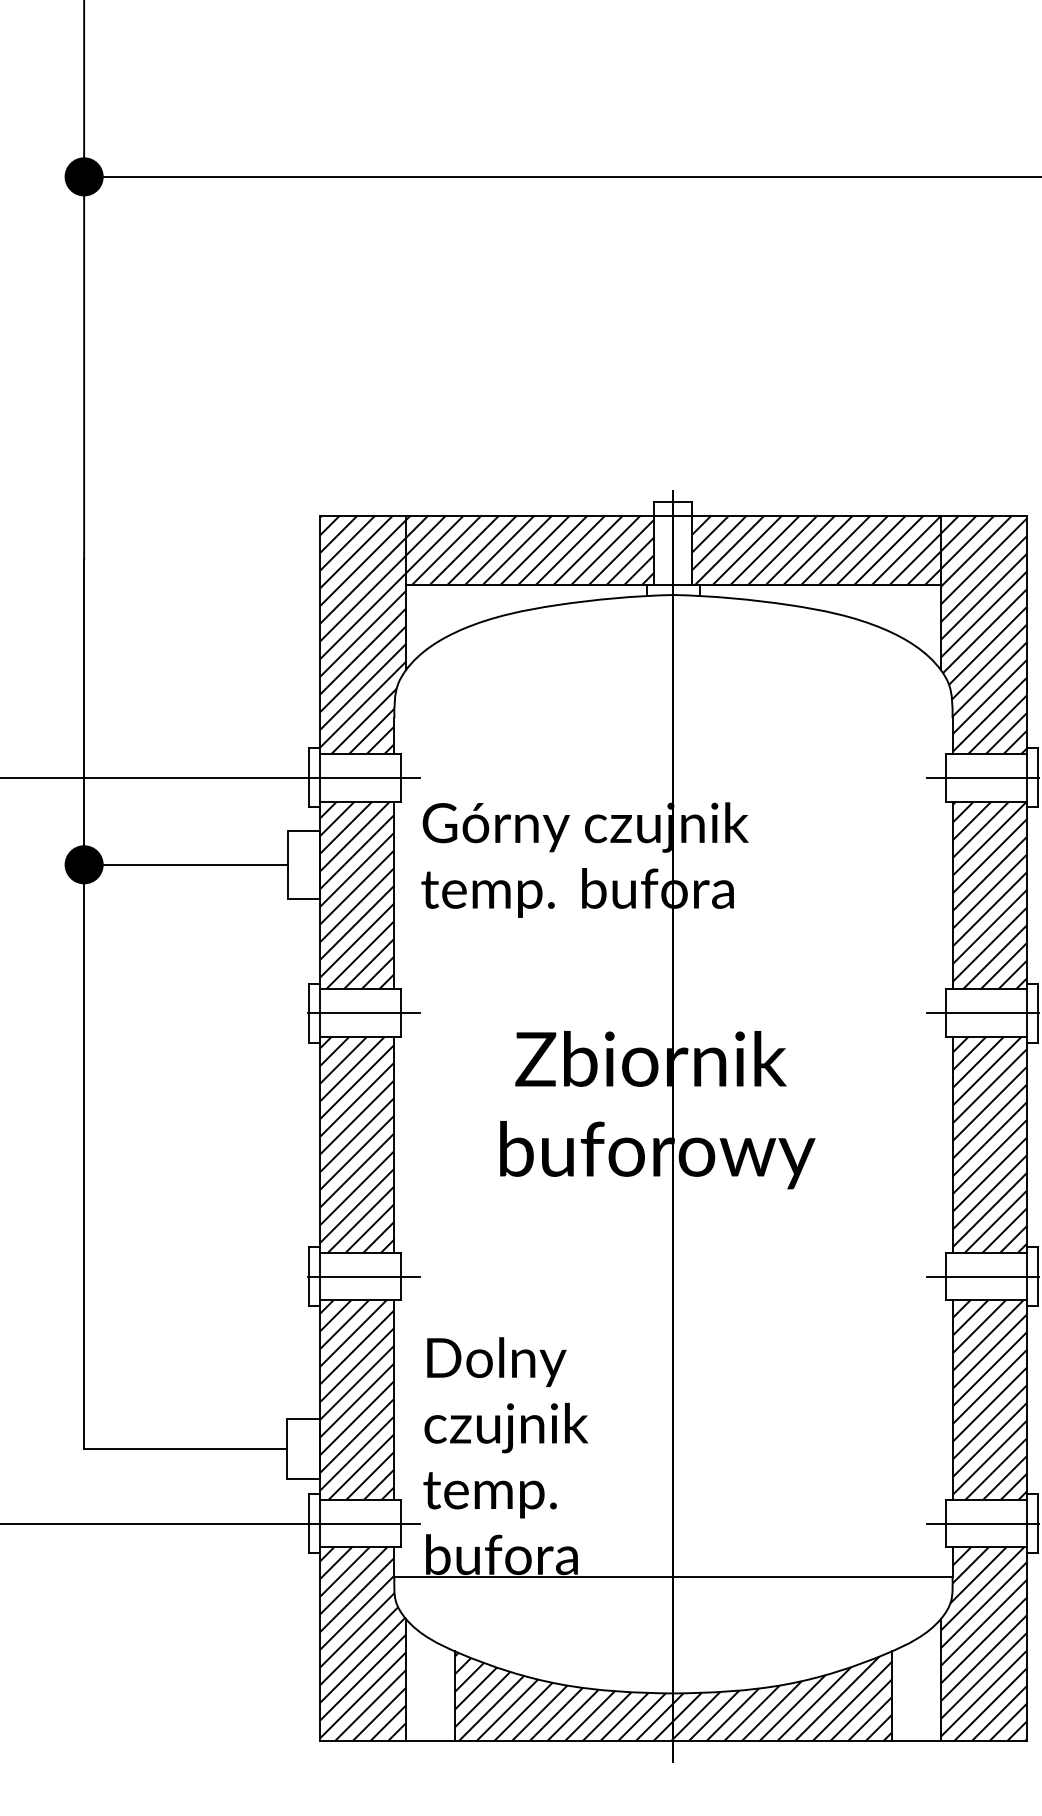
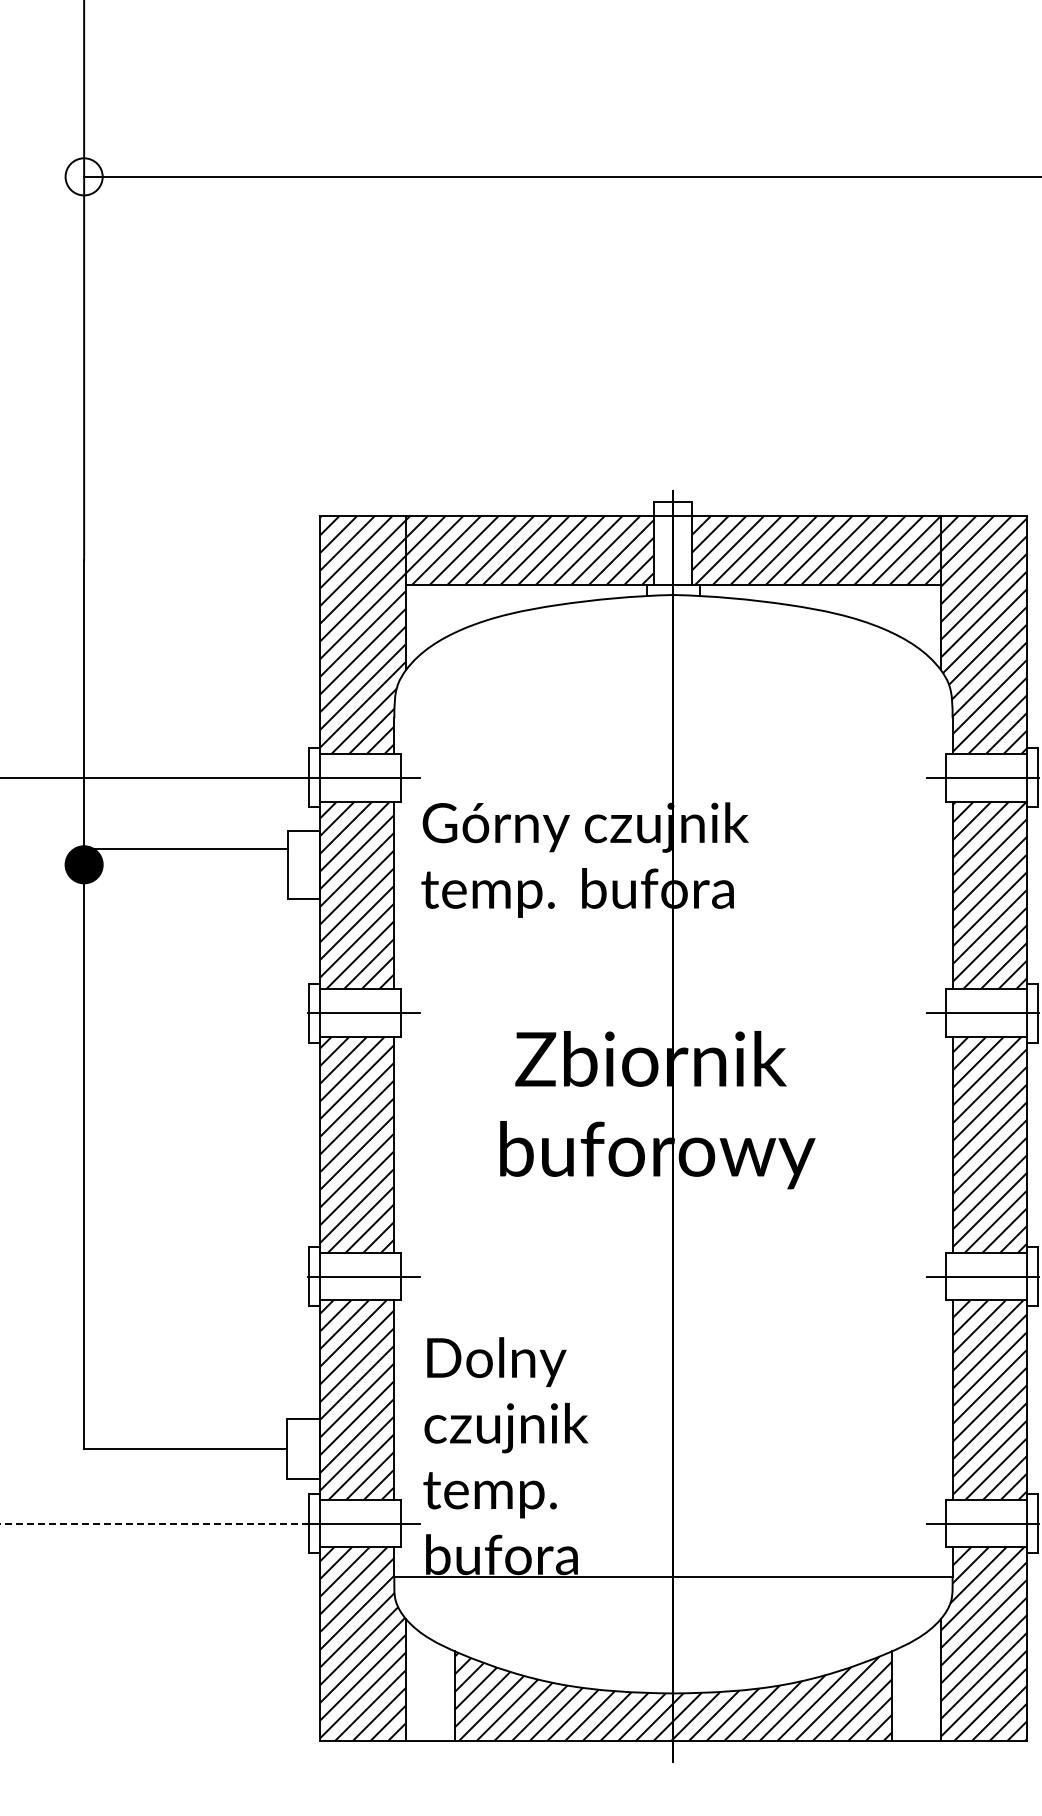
fill at (83, 176): present -> none
line at (185, 864) position: (185, 864) -> (185, 848)
line at (154, 1523): solid -> dashed
